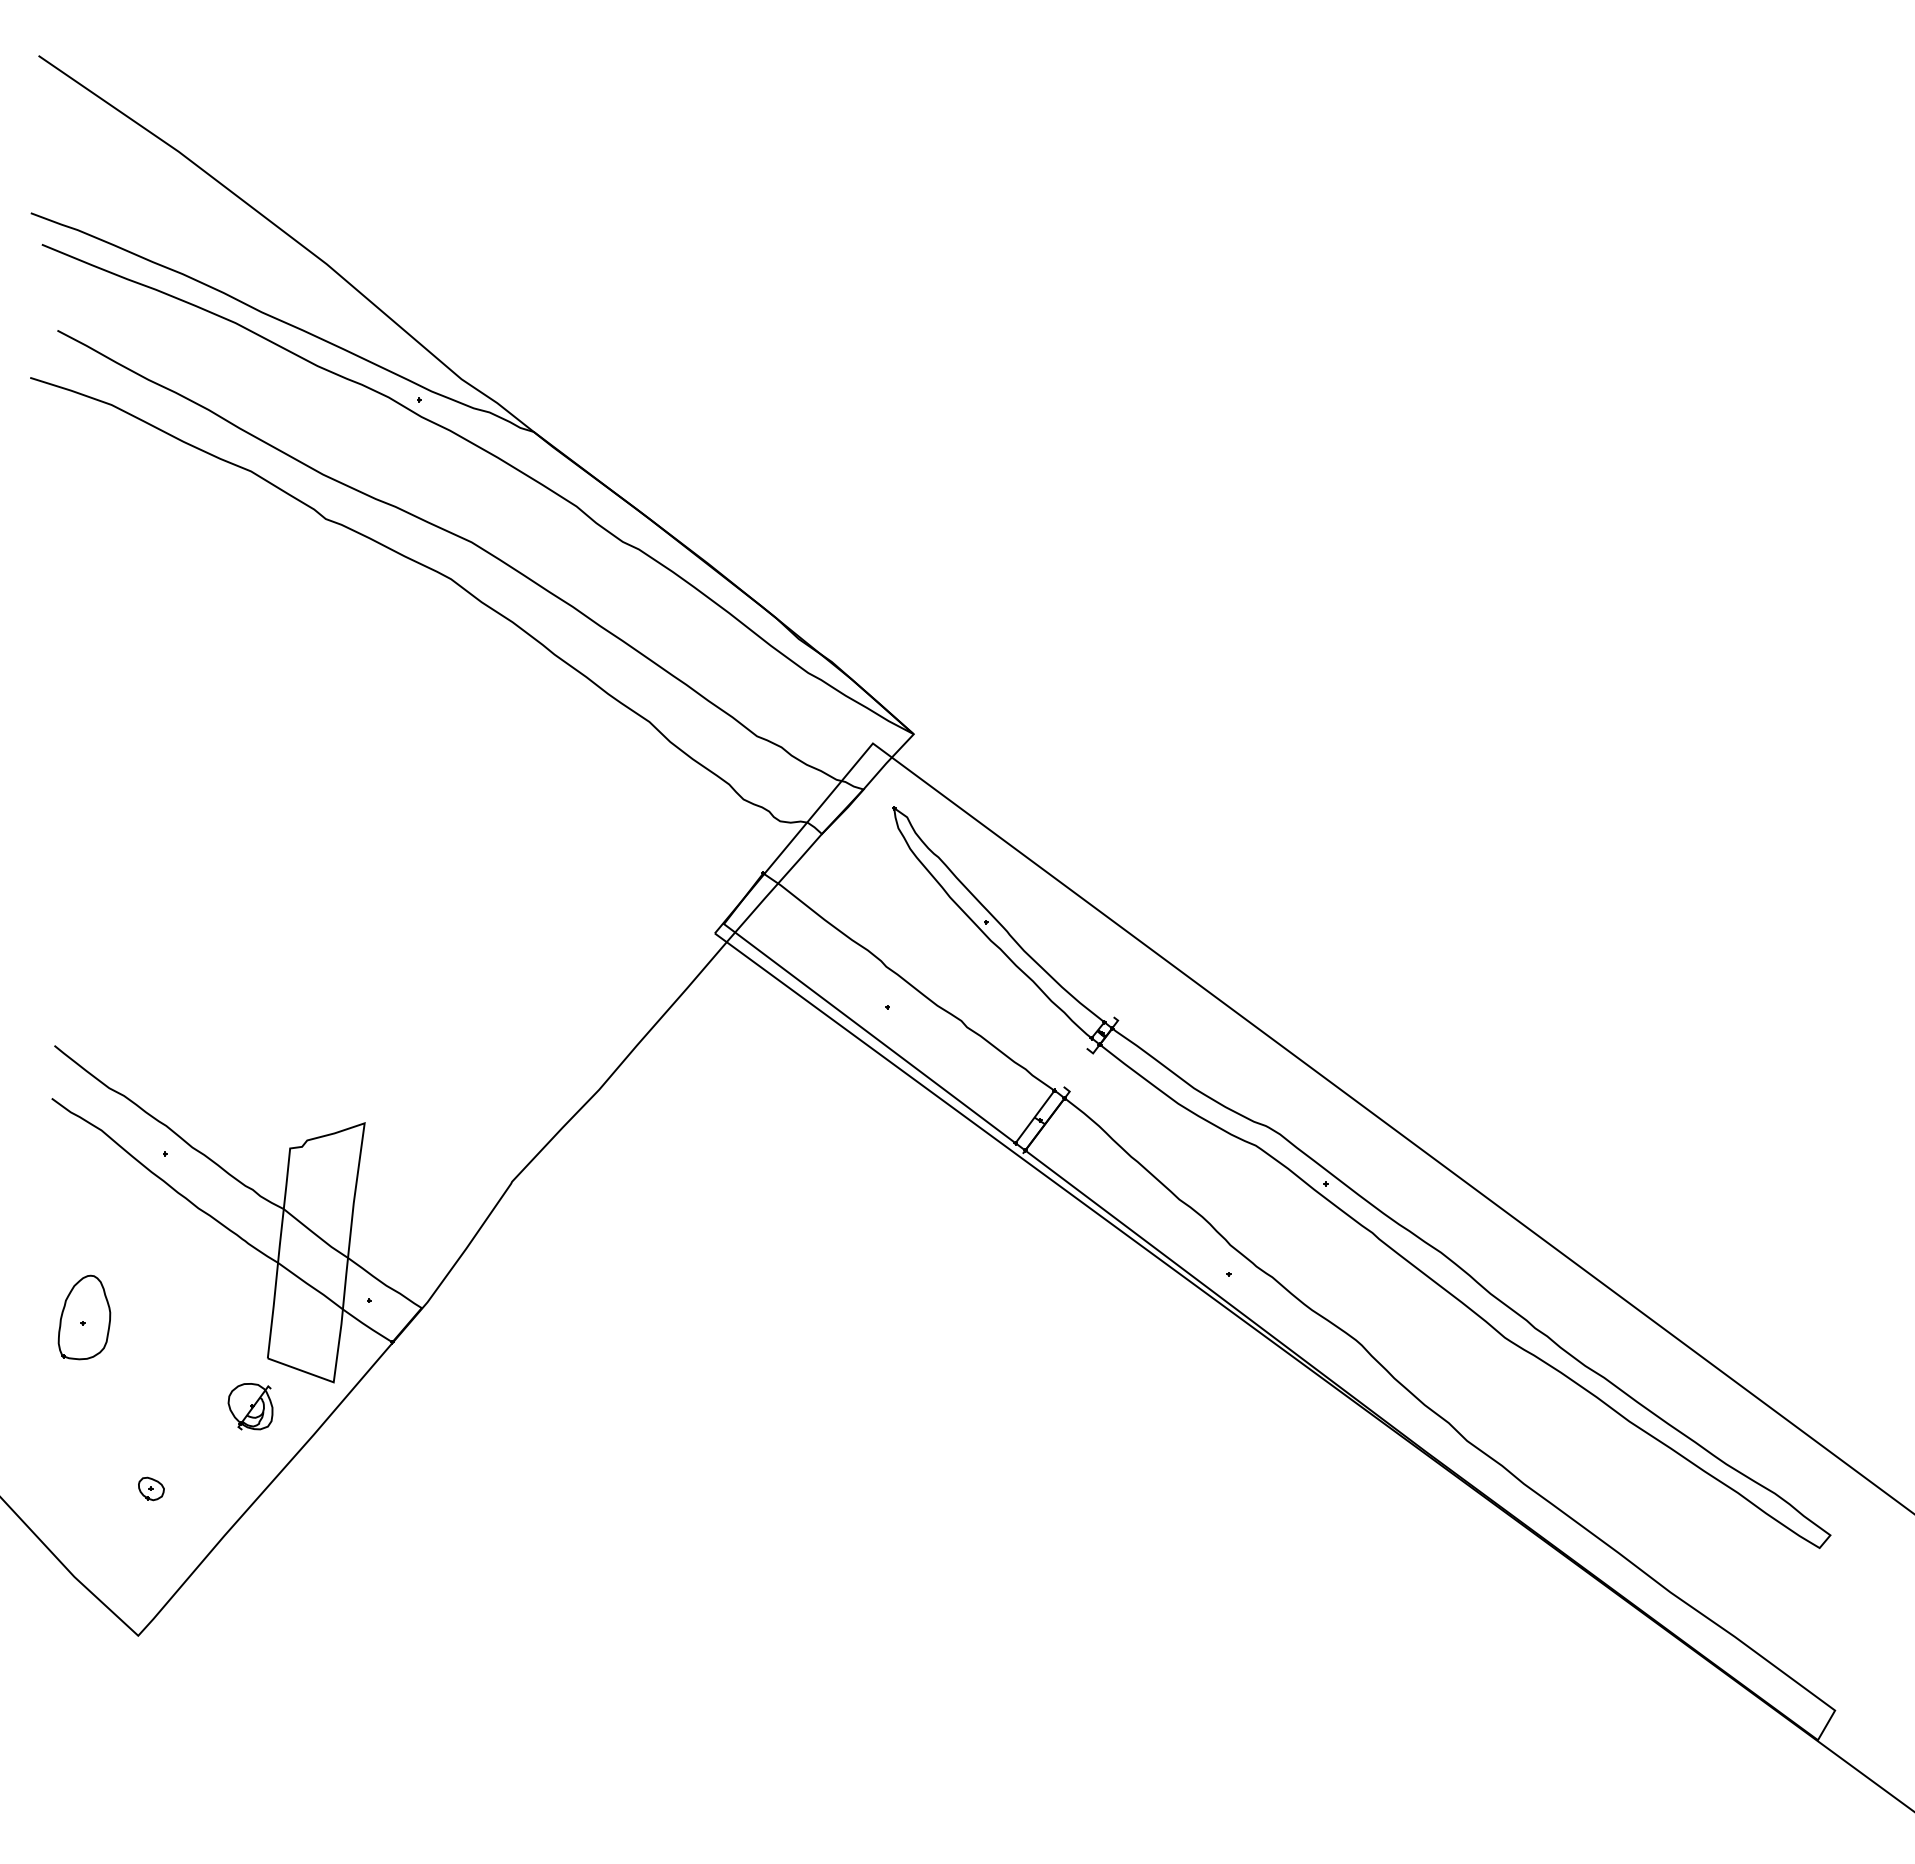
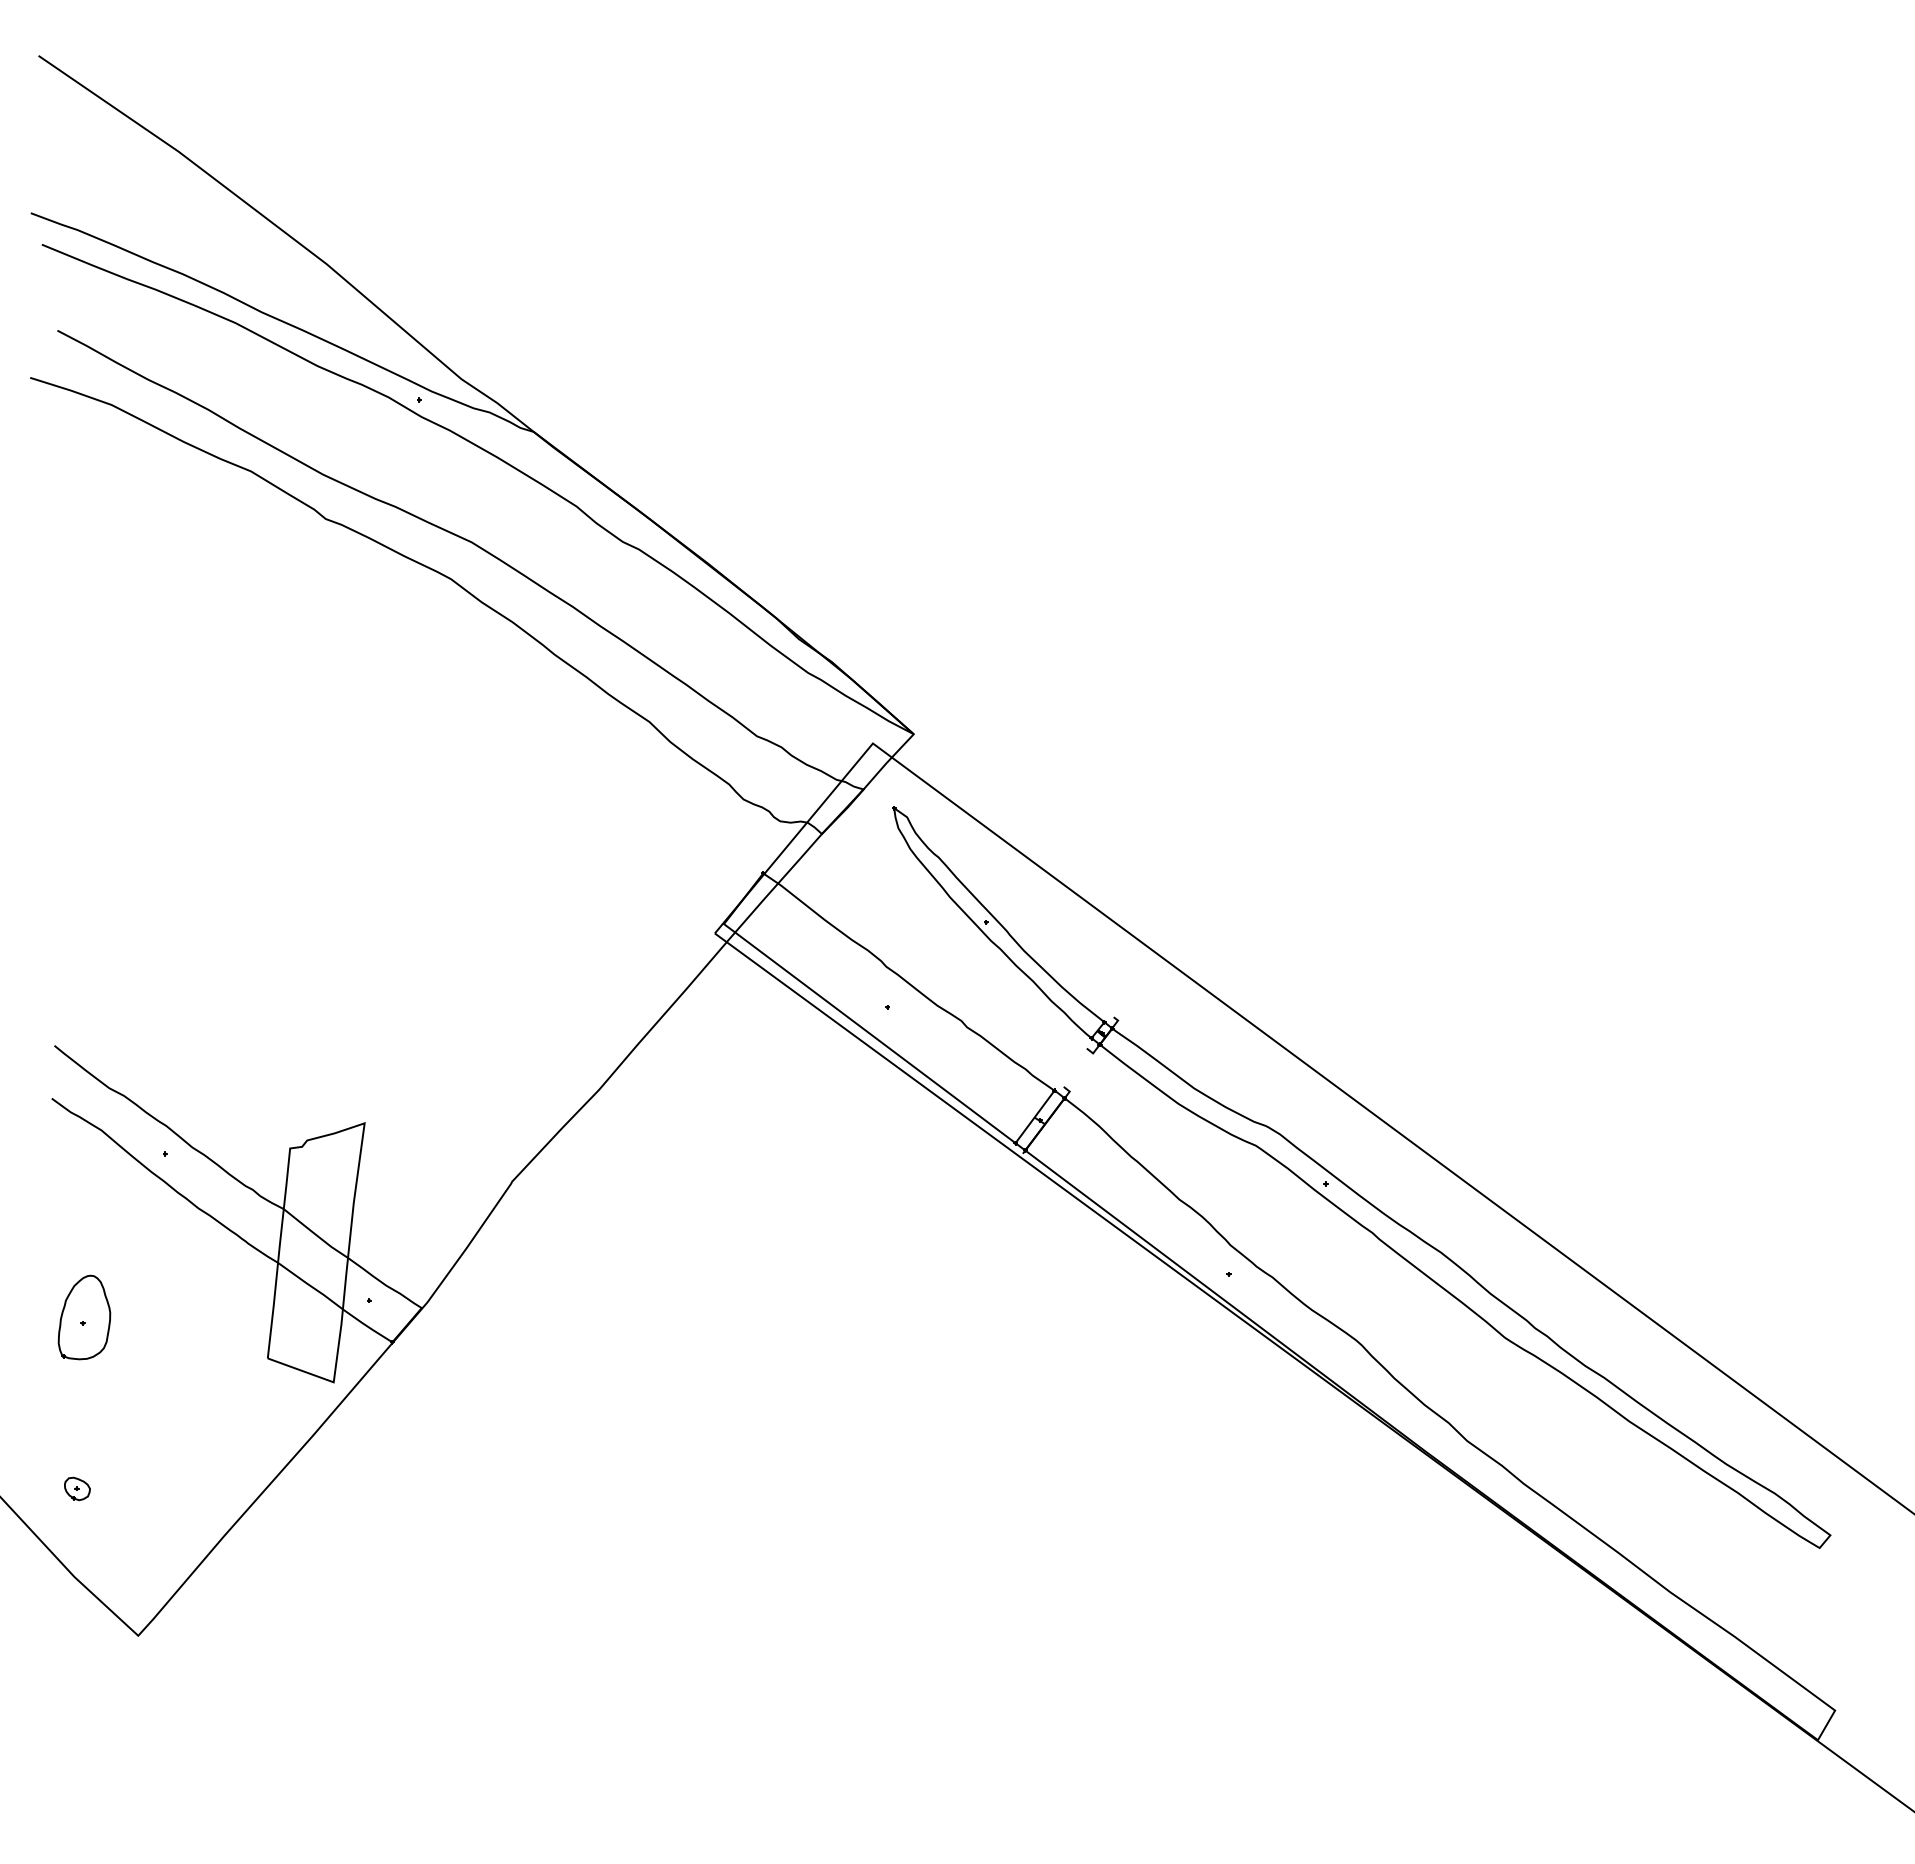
part at (250, 1406): present -> none
part at (151, 1488) position: (151, 1488) -> (77, 1488)
